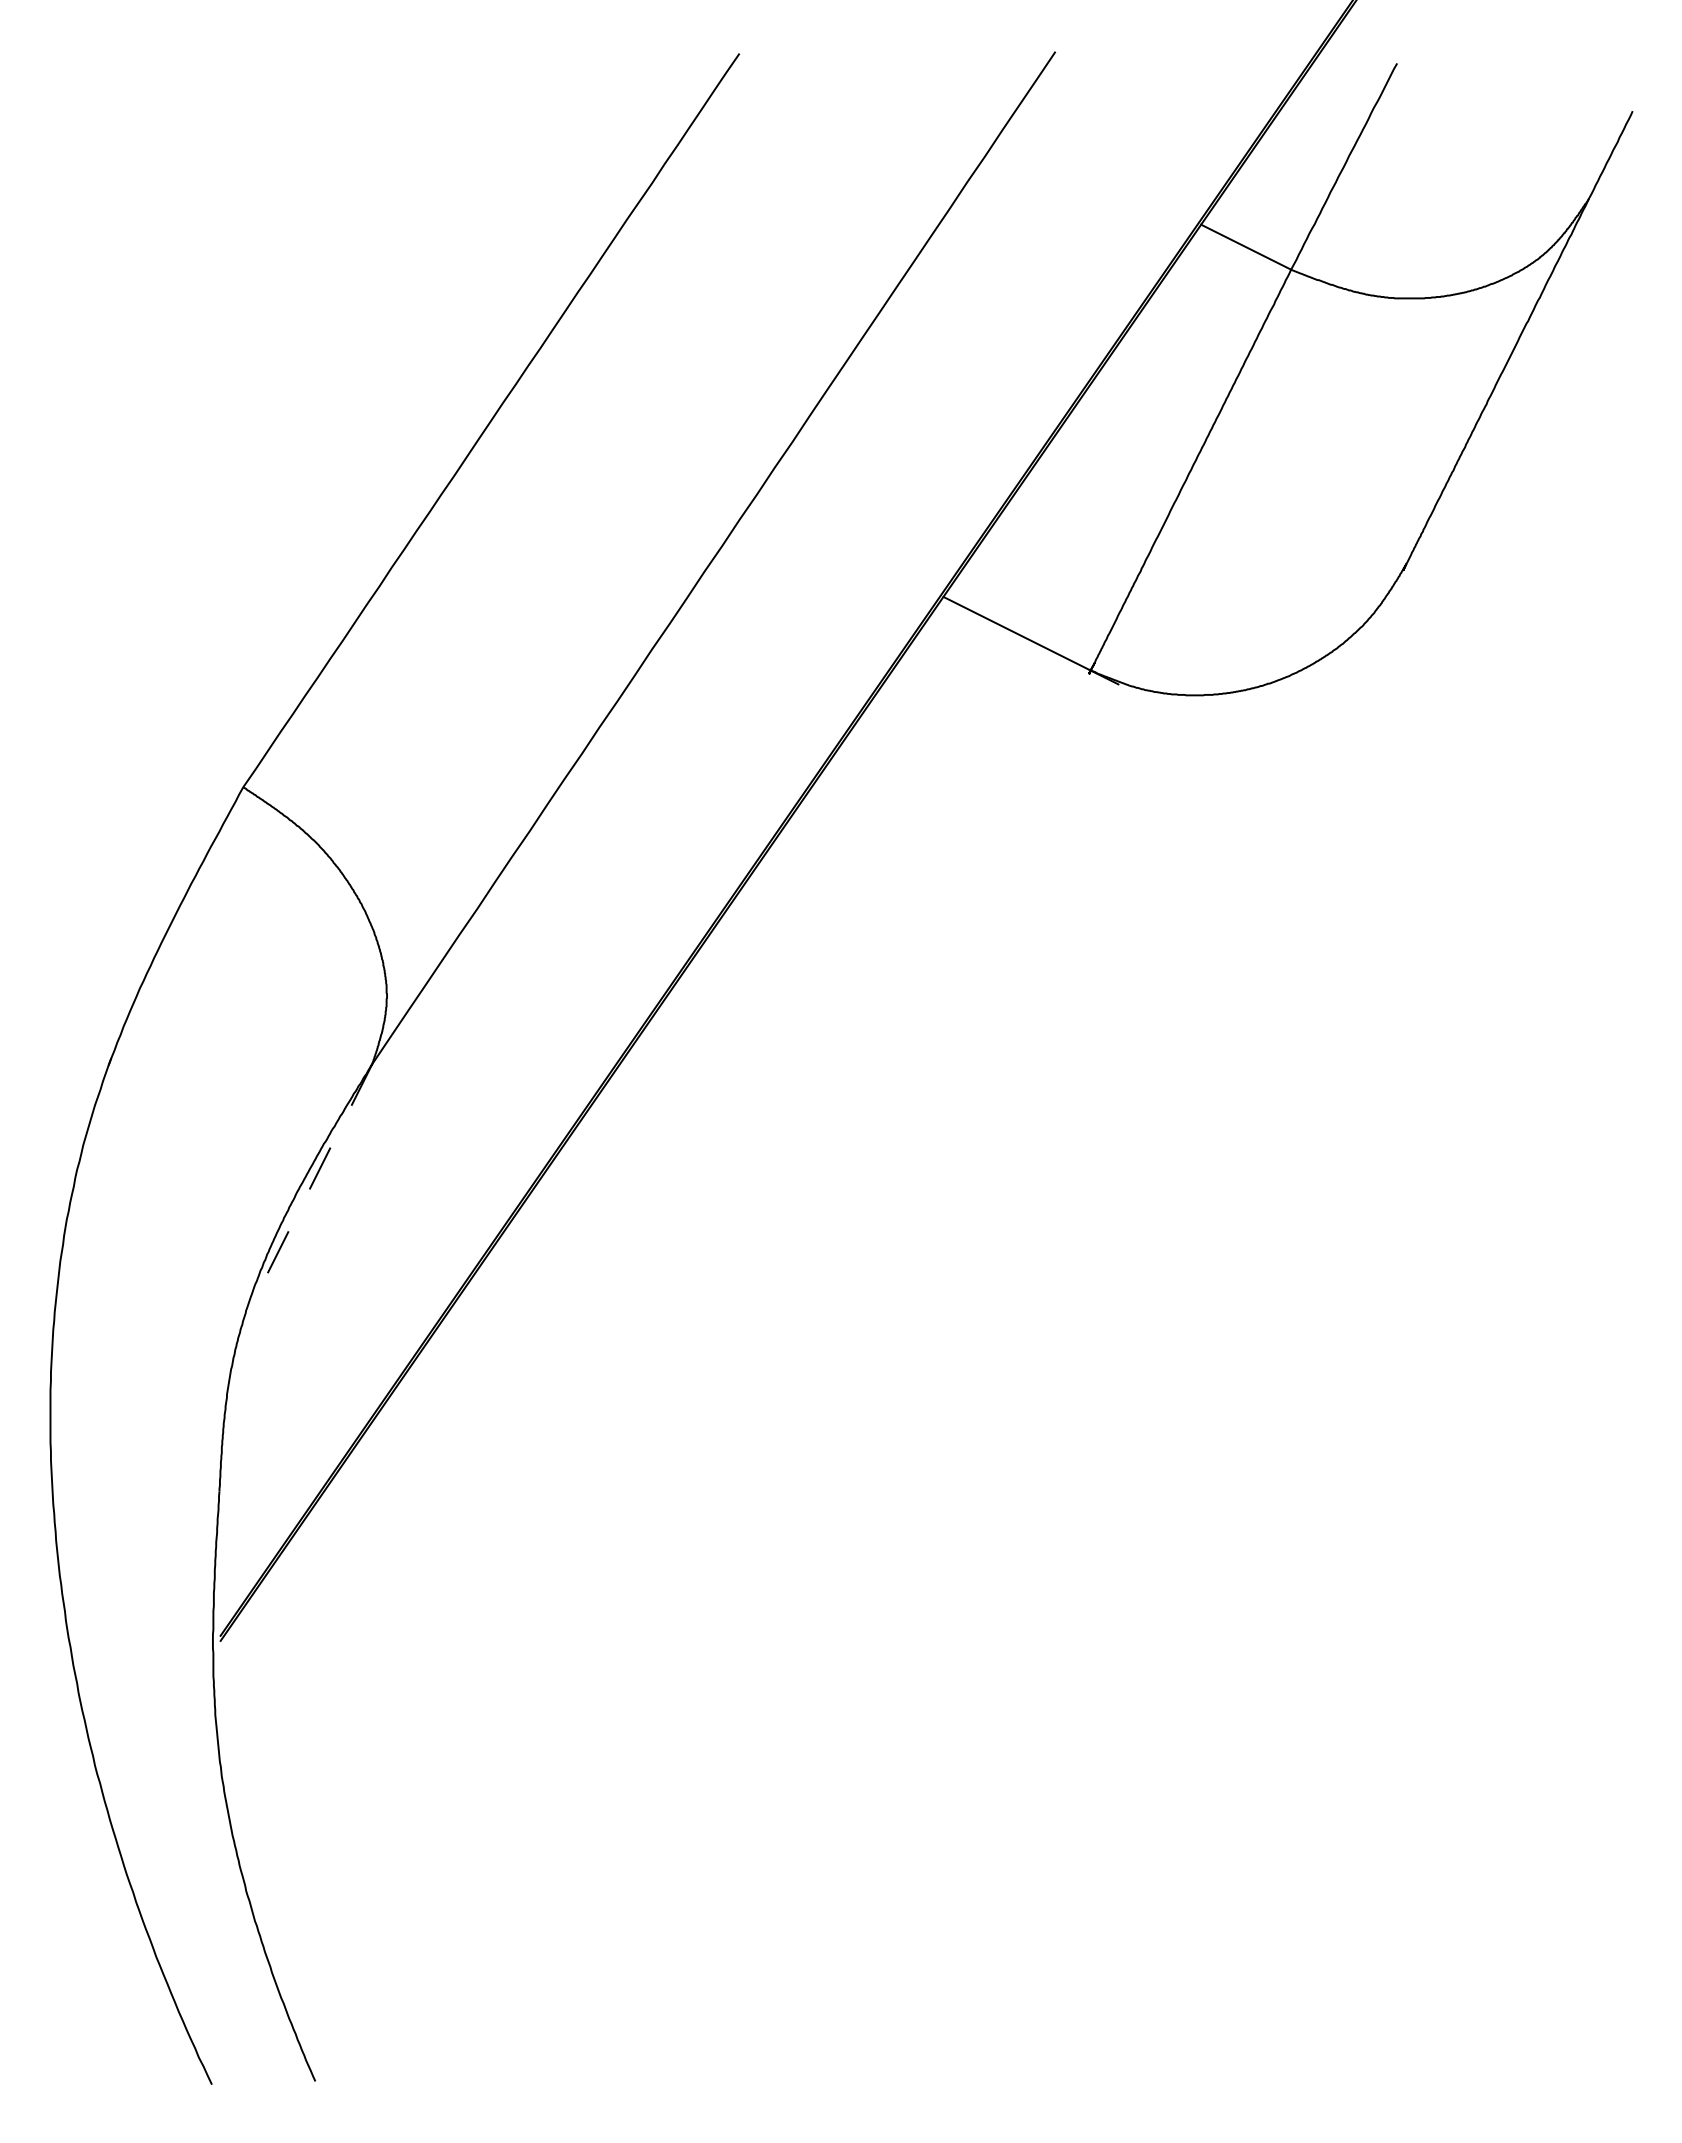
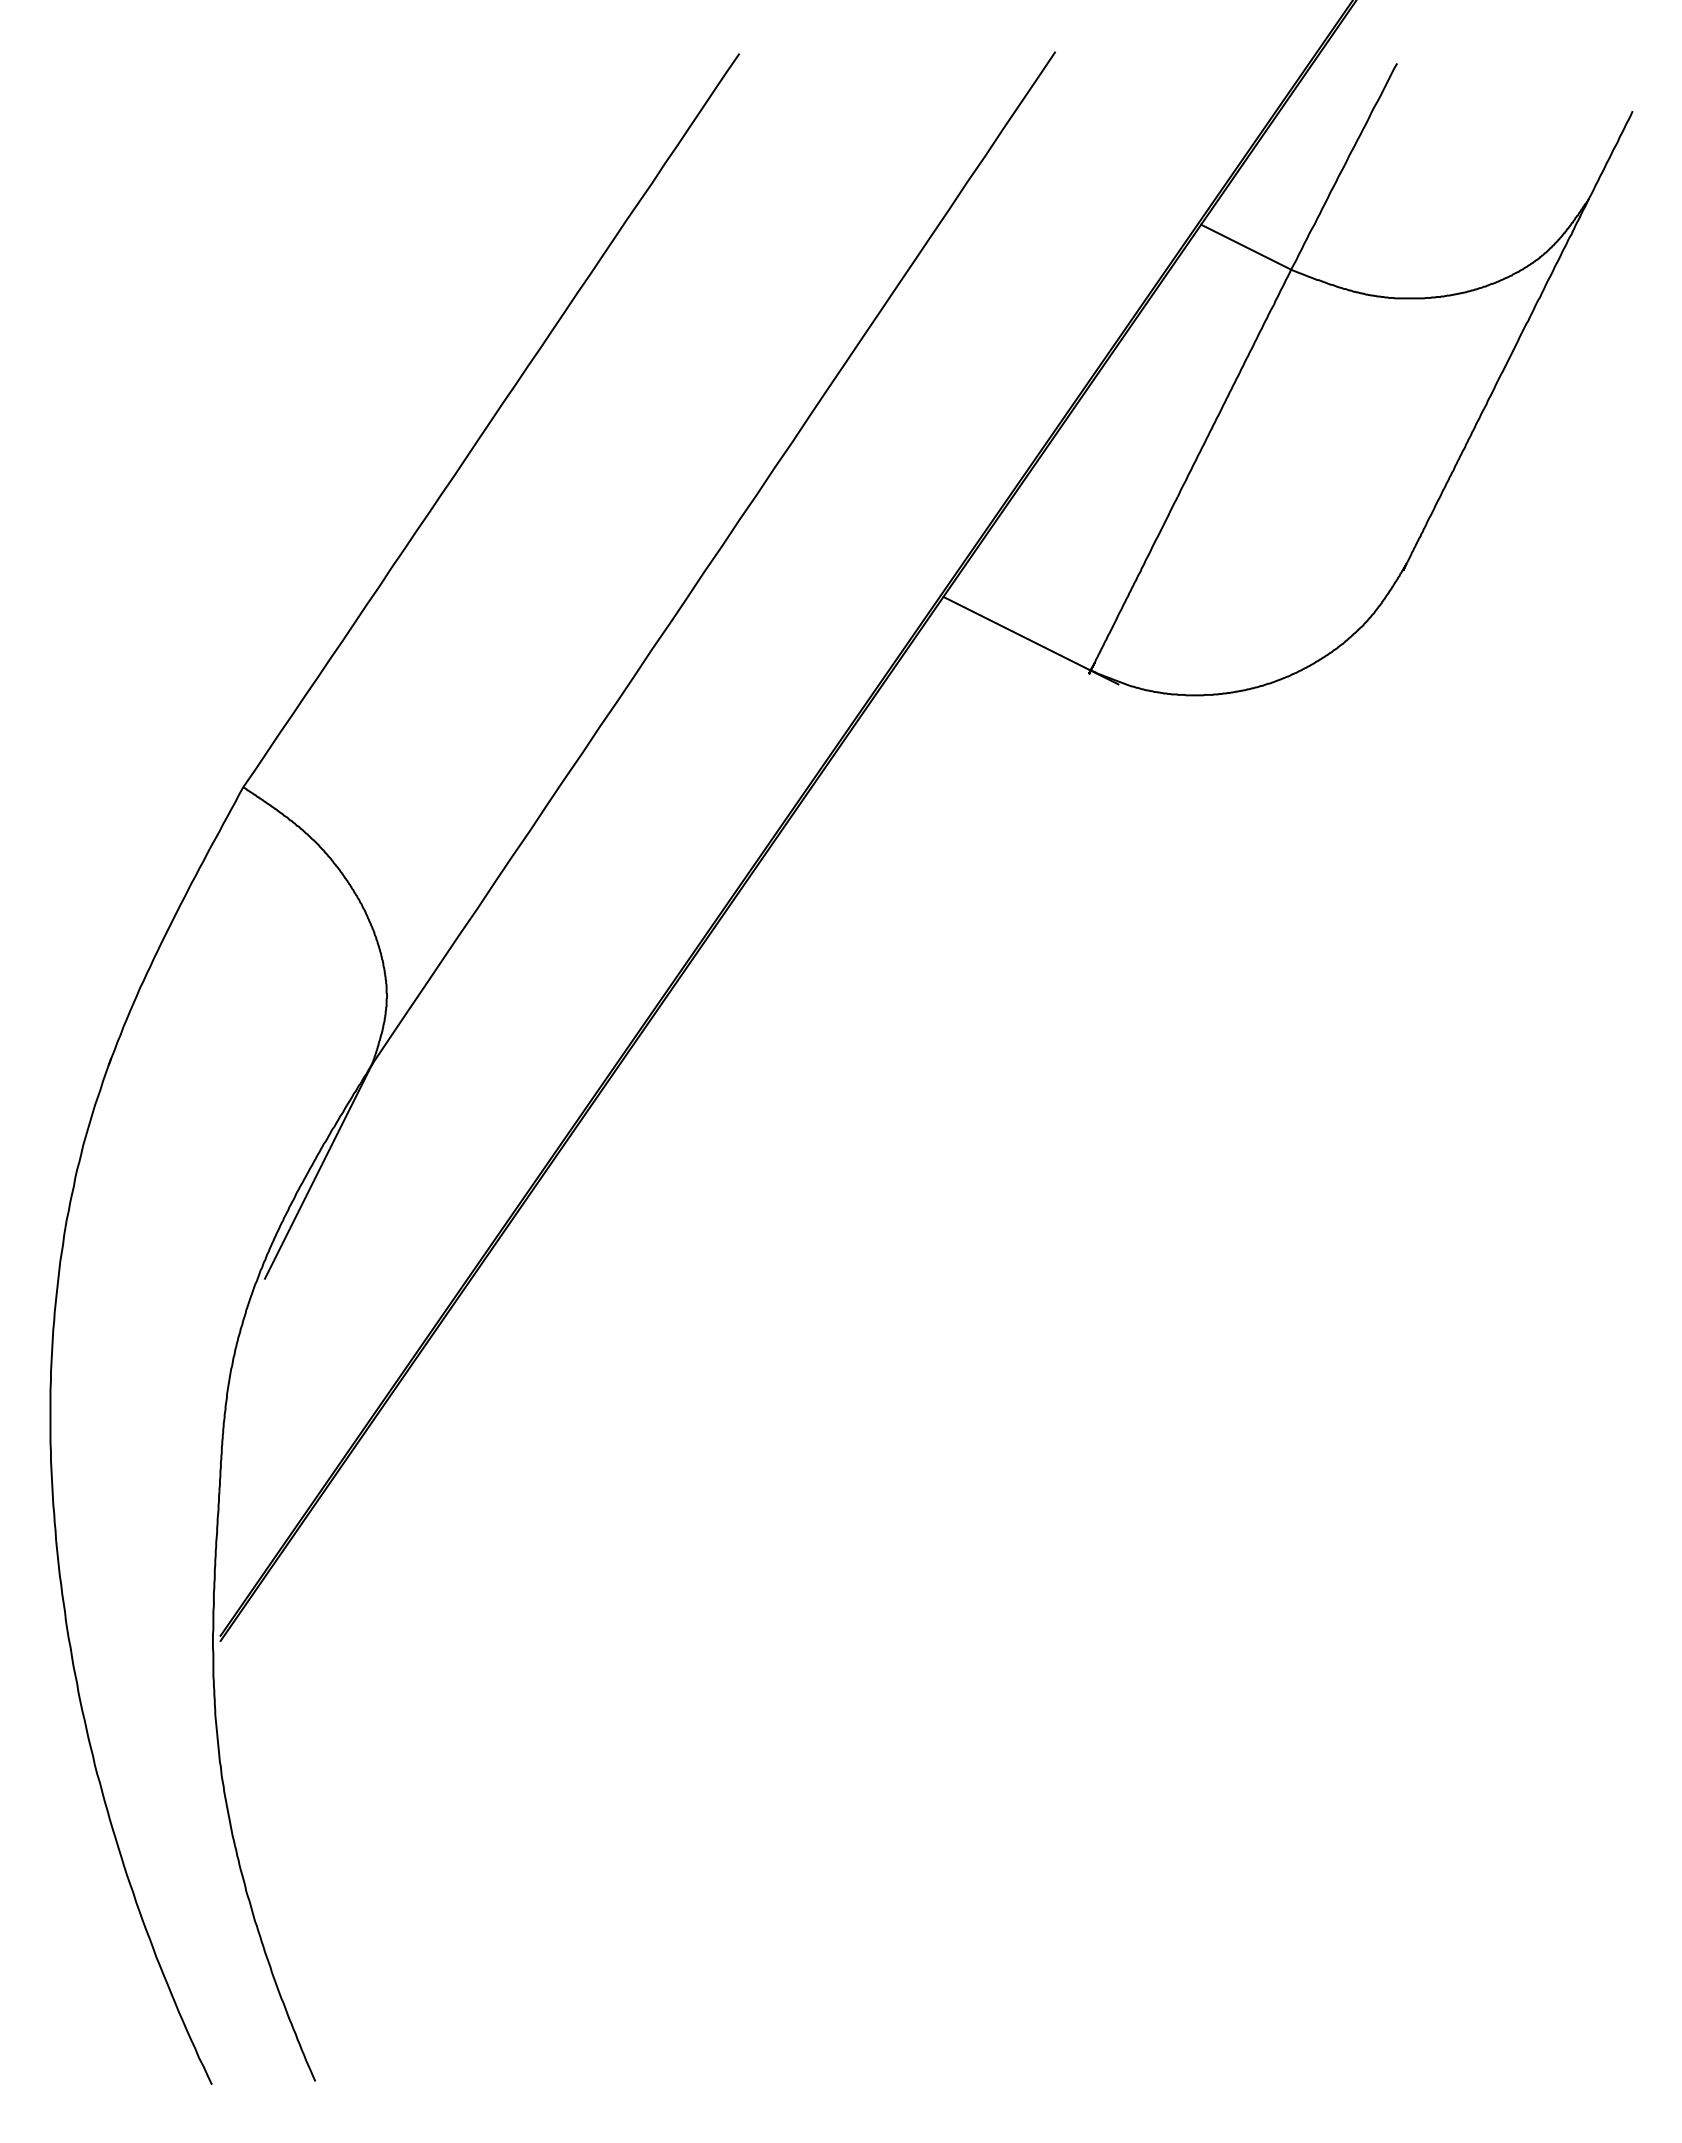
line at (318, 1171): dashed -> solid
